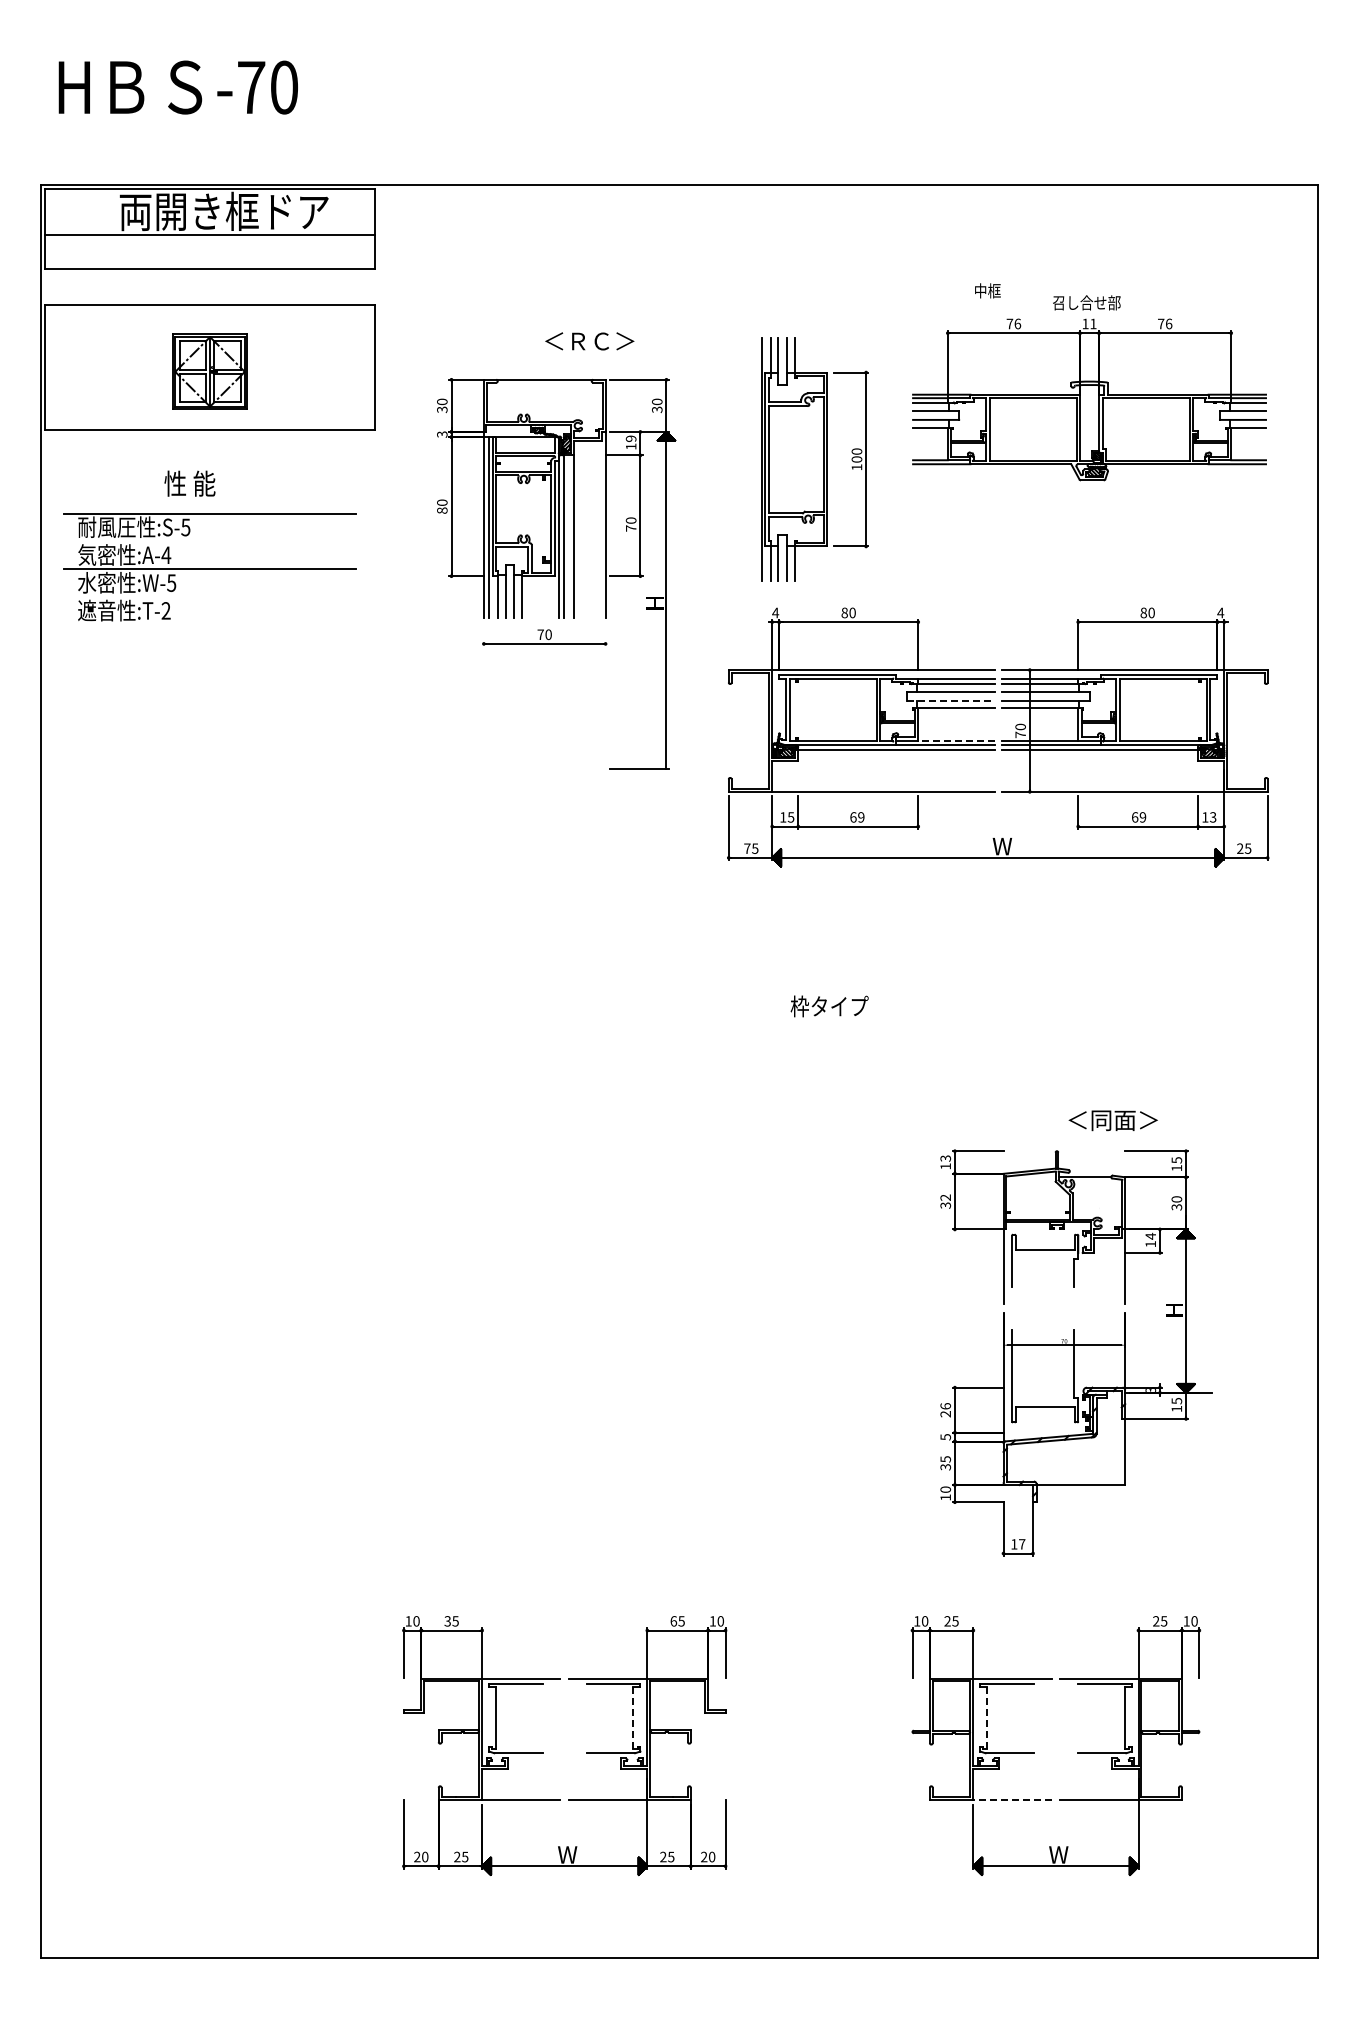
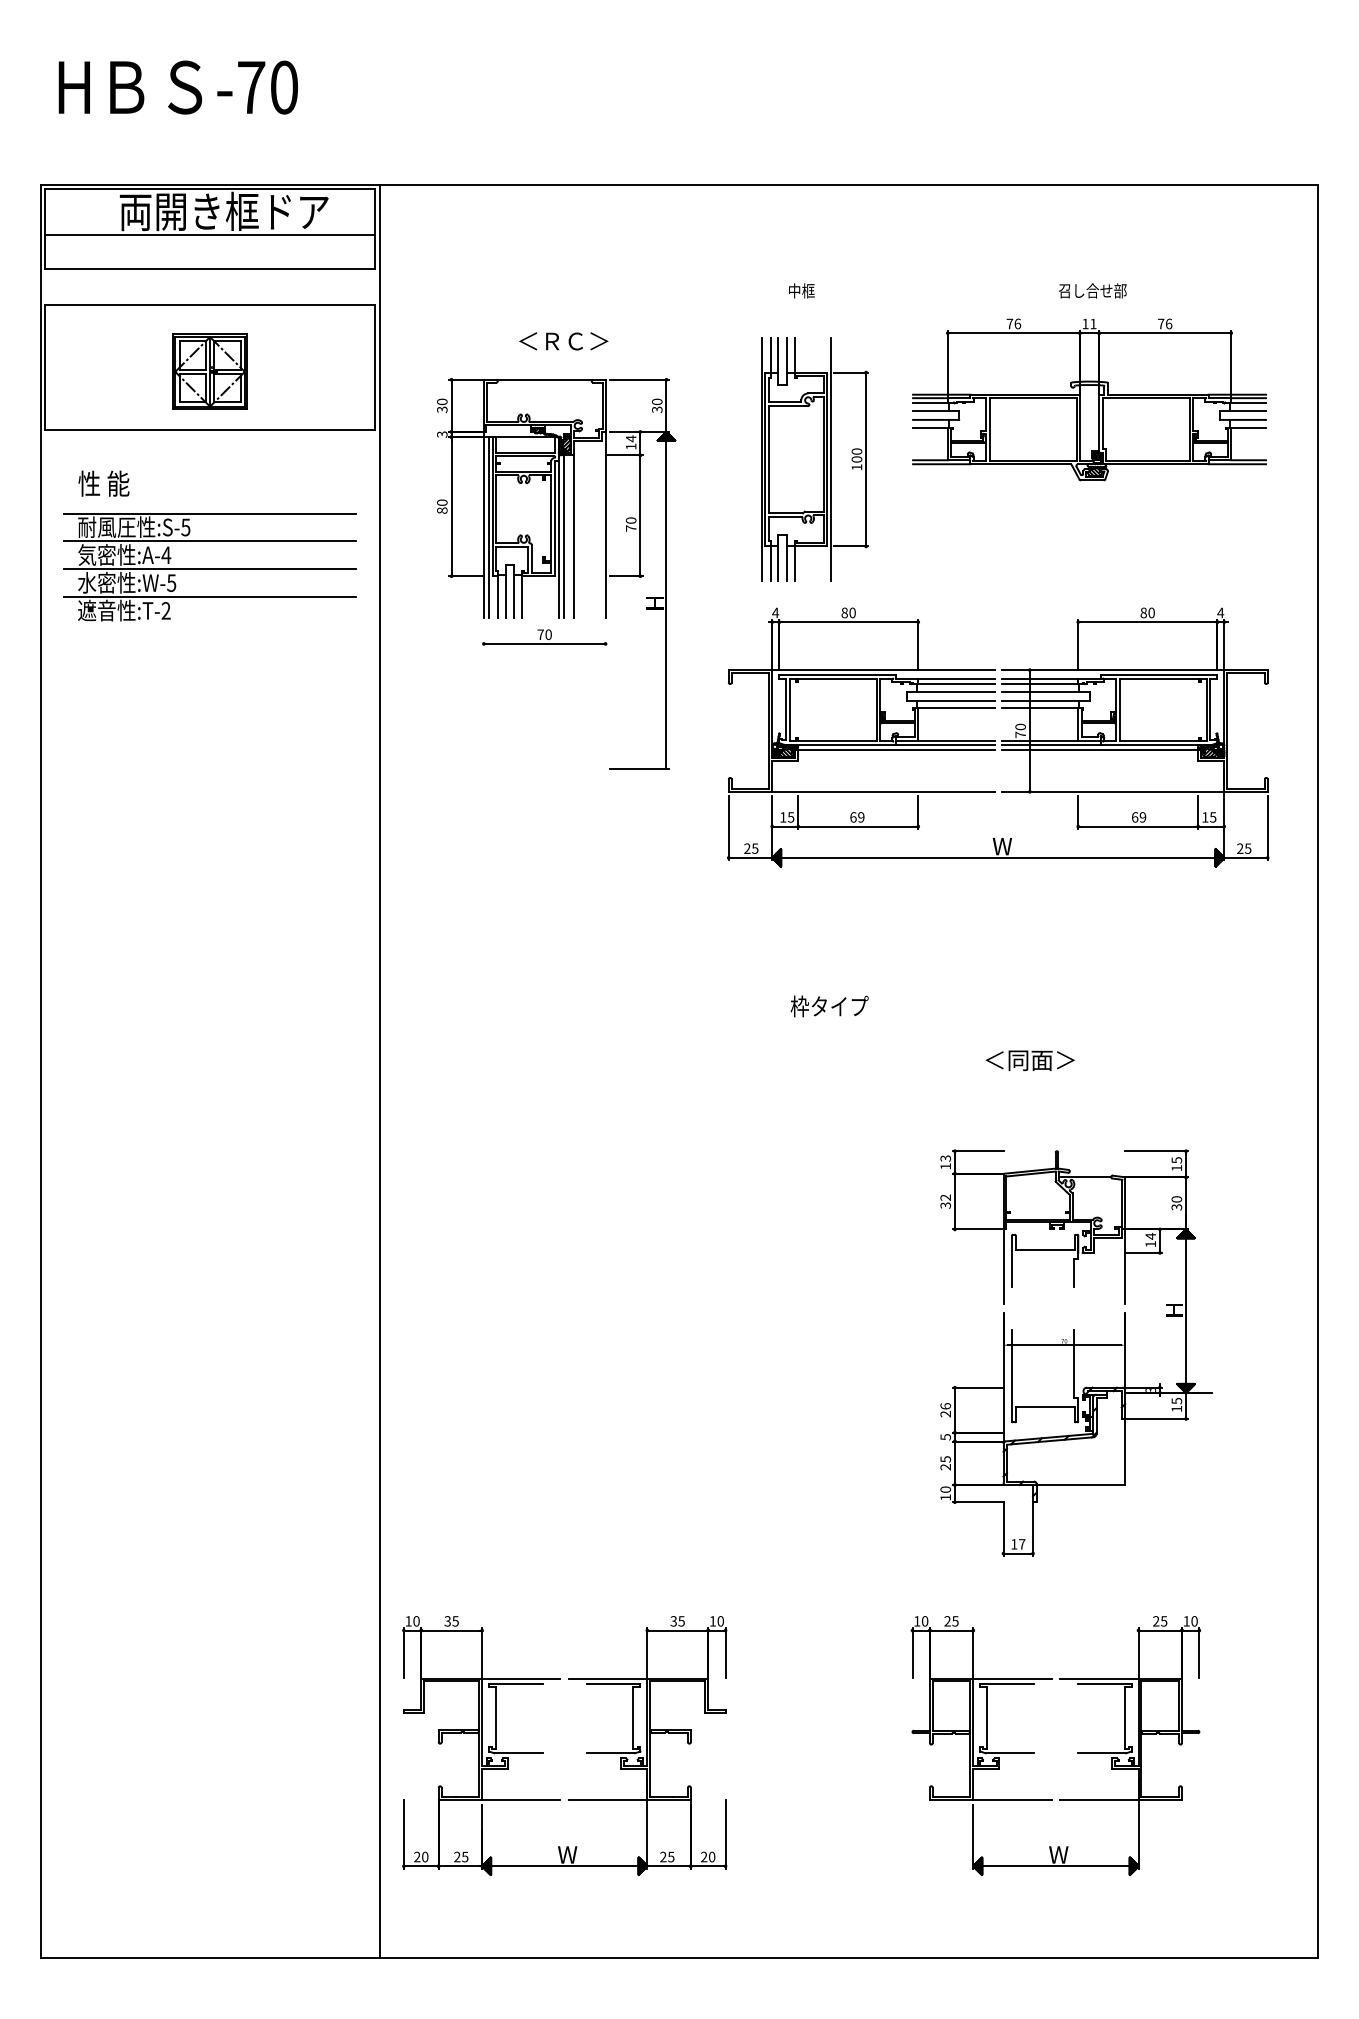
text at (987, 290) position: (987, 290) -> (801, 290)
text at (1086, 302) position: (1086, 302) -> (1092, 290)
text at (589, 341) position: (589, 341) -> (563, 341)
text at (630, 438): 19 -> 14
line at (831, 459): none -> present
text at (189, 483) position: (189, 483) -> (103, 483)
line at (209, 541): none -> present
line at (209, 597): none -> present
line at (950, 700): dashed -> solid
line at (956, 740): dashed -> solid
text at (1213, 816): 13 -> 15
text at (747, 848): 75 -> 25
line at (379, 1071): none -> present
text at (1112, 1120) position: (1112, 1120) -> (1029, 1060)
text at (946, 1467): 35 -> 25
text at (673, 1621): 65 -> 35
line at (633, 1717): dashed -> solid
line at (987, 1717): dashed -> solid
line at (1011, 1800): dashed -> solid
